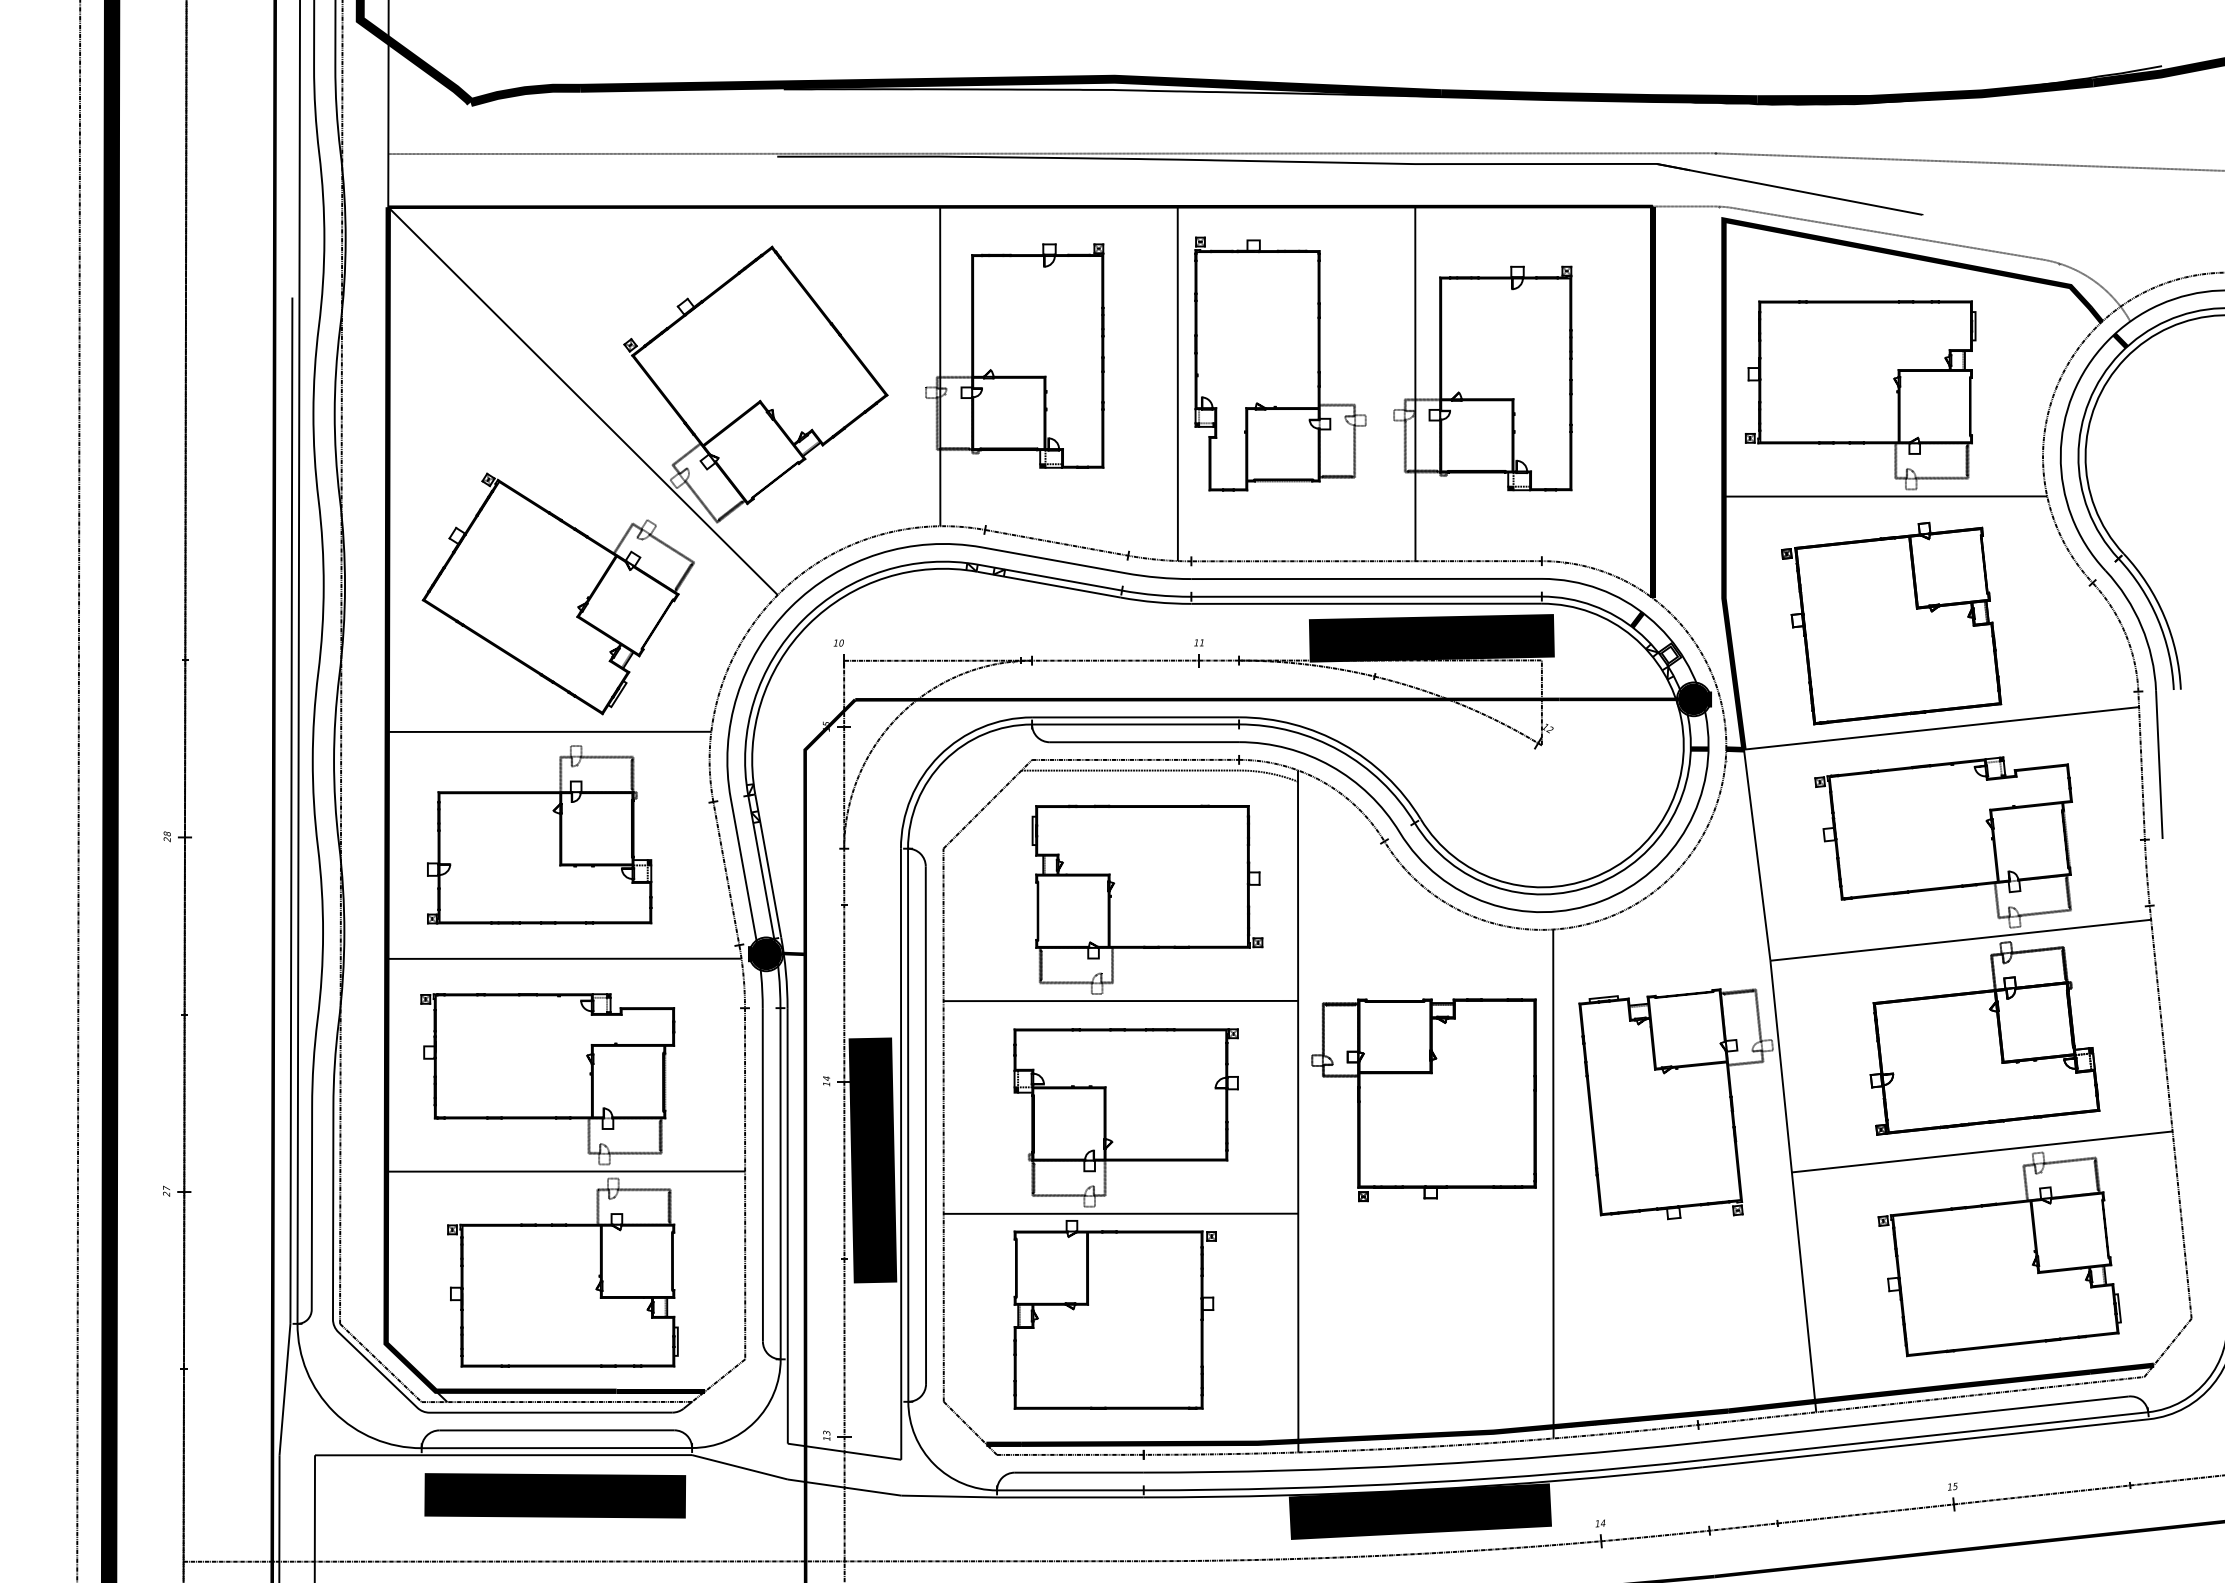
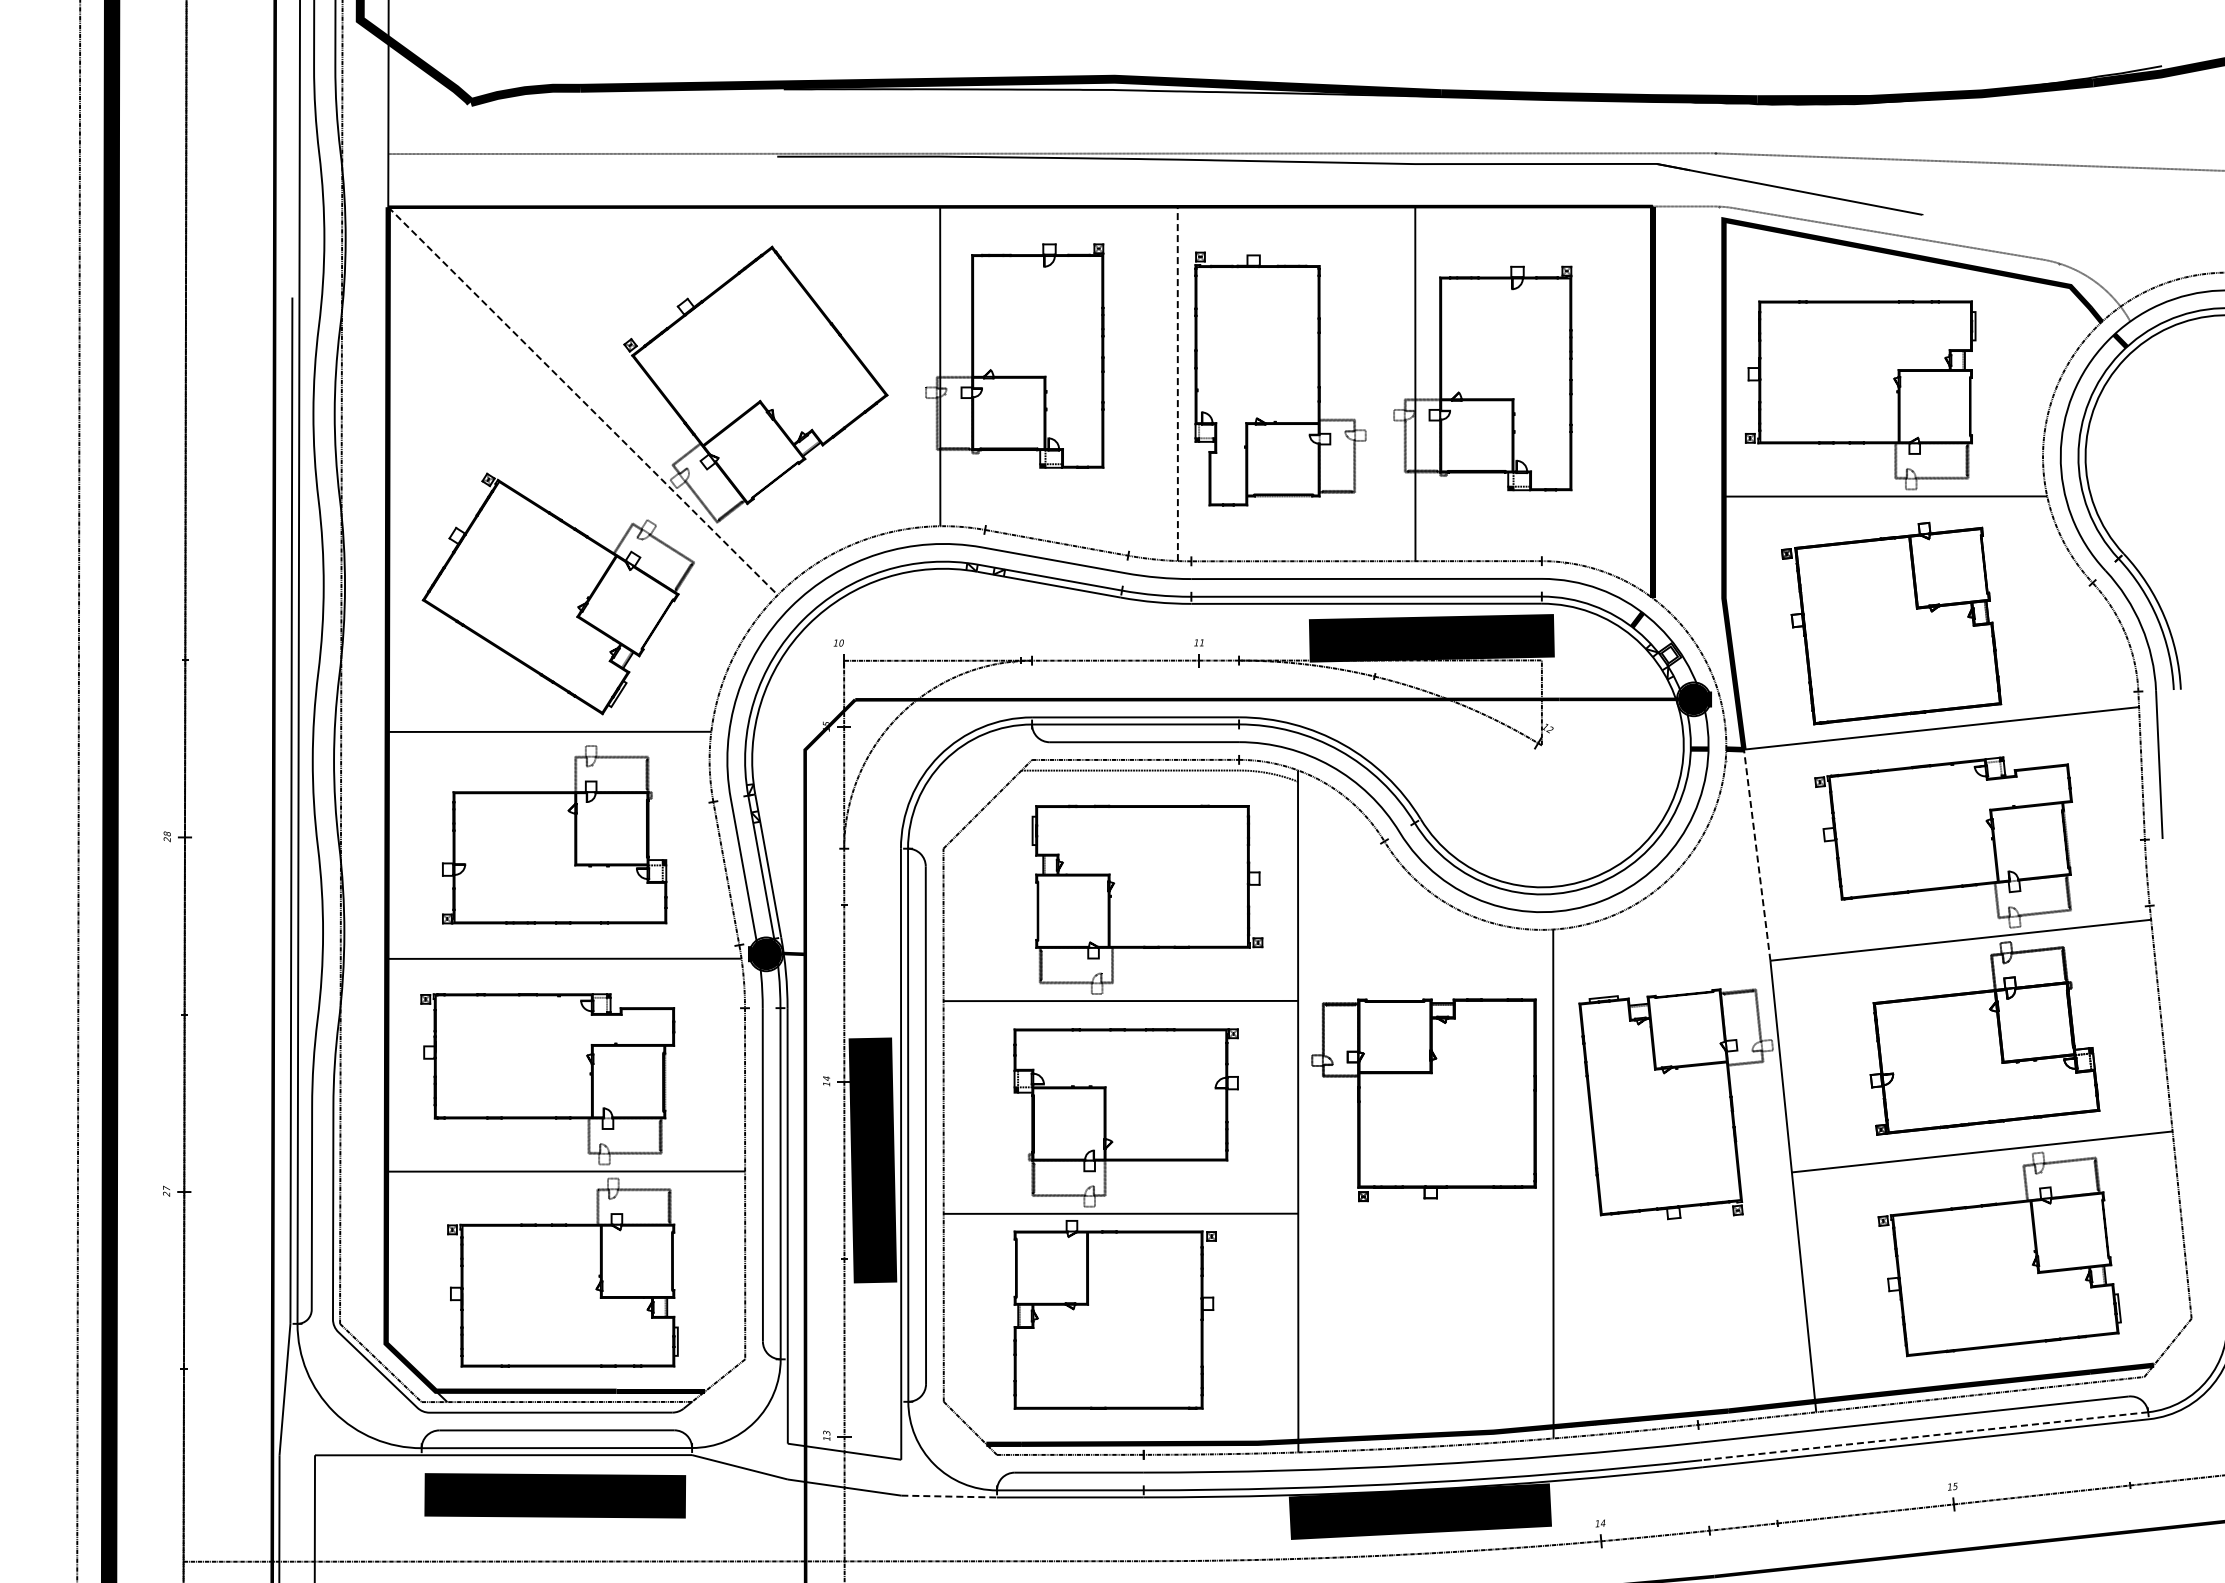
part at (1280, 363) position: (1280, 363) -> (1280, 378)
line at (1177, 383): solid -> dashed
line at (583, 401): solid -> dashed
part at (539, 834) position: (539, 834) -> (554, 834)
line at (1757, 854): solid -> dashed
line at (1924, 1436): solid -> dashed
line at (949, 1496): solid -> dashed
